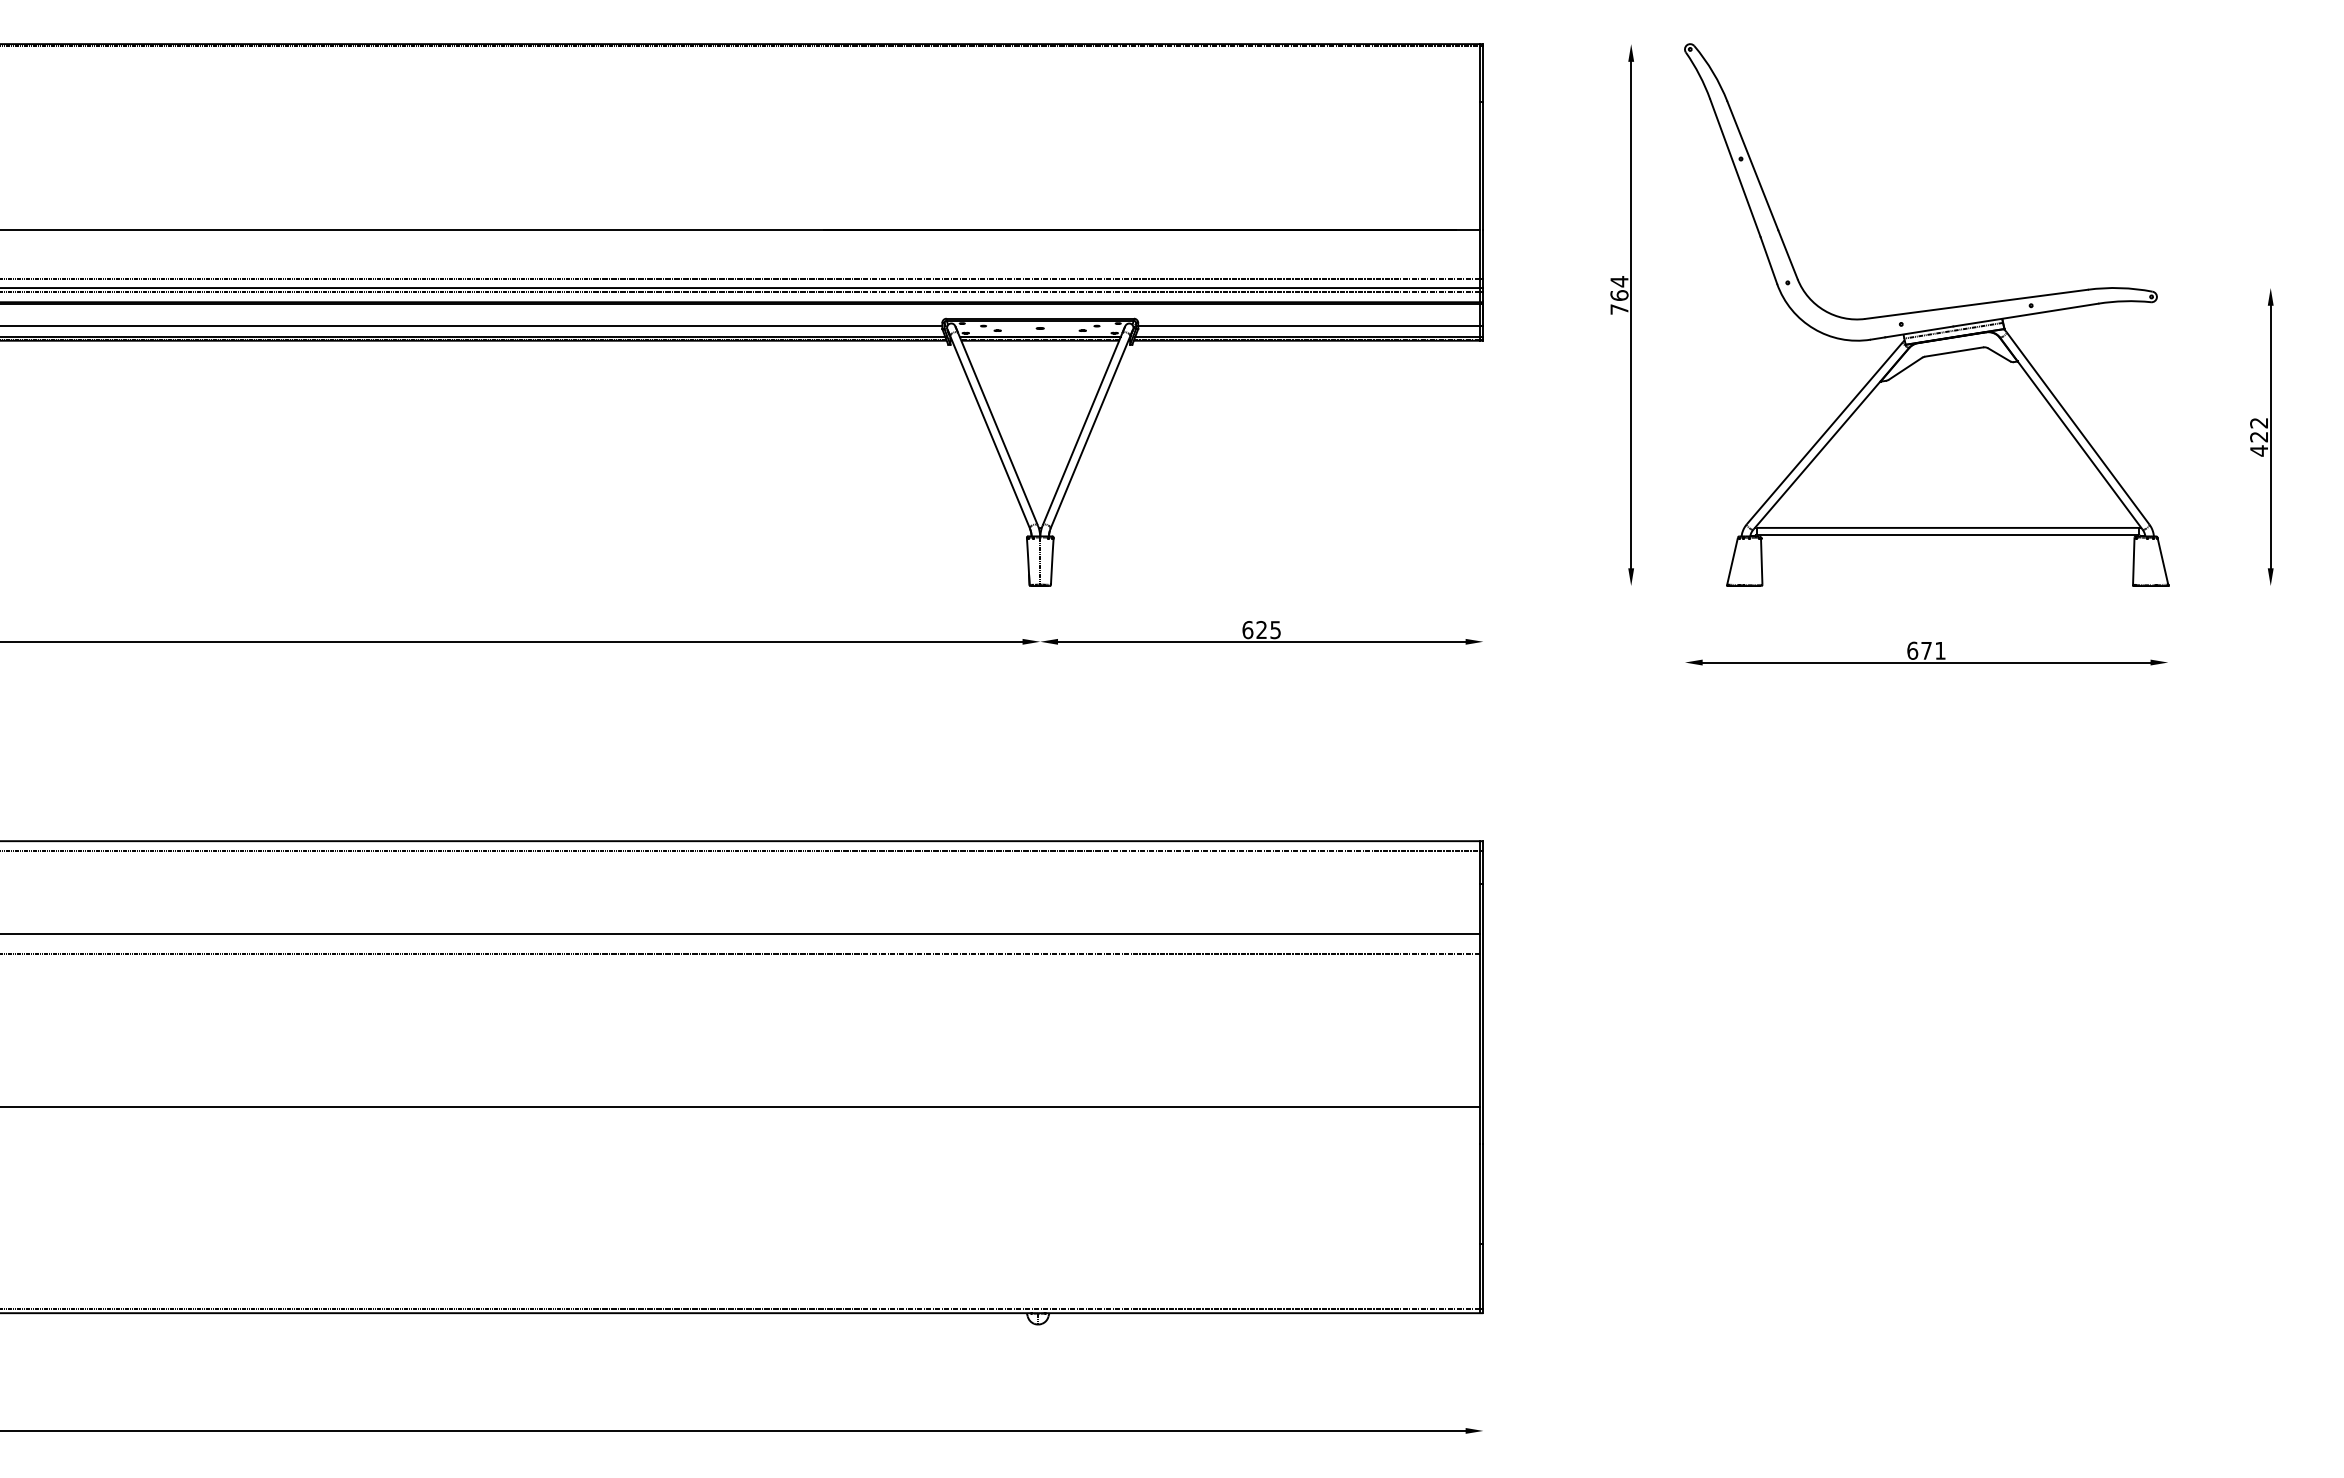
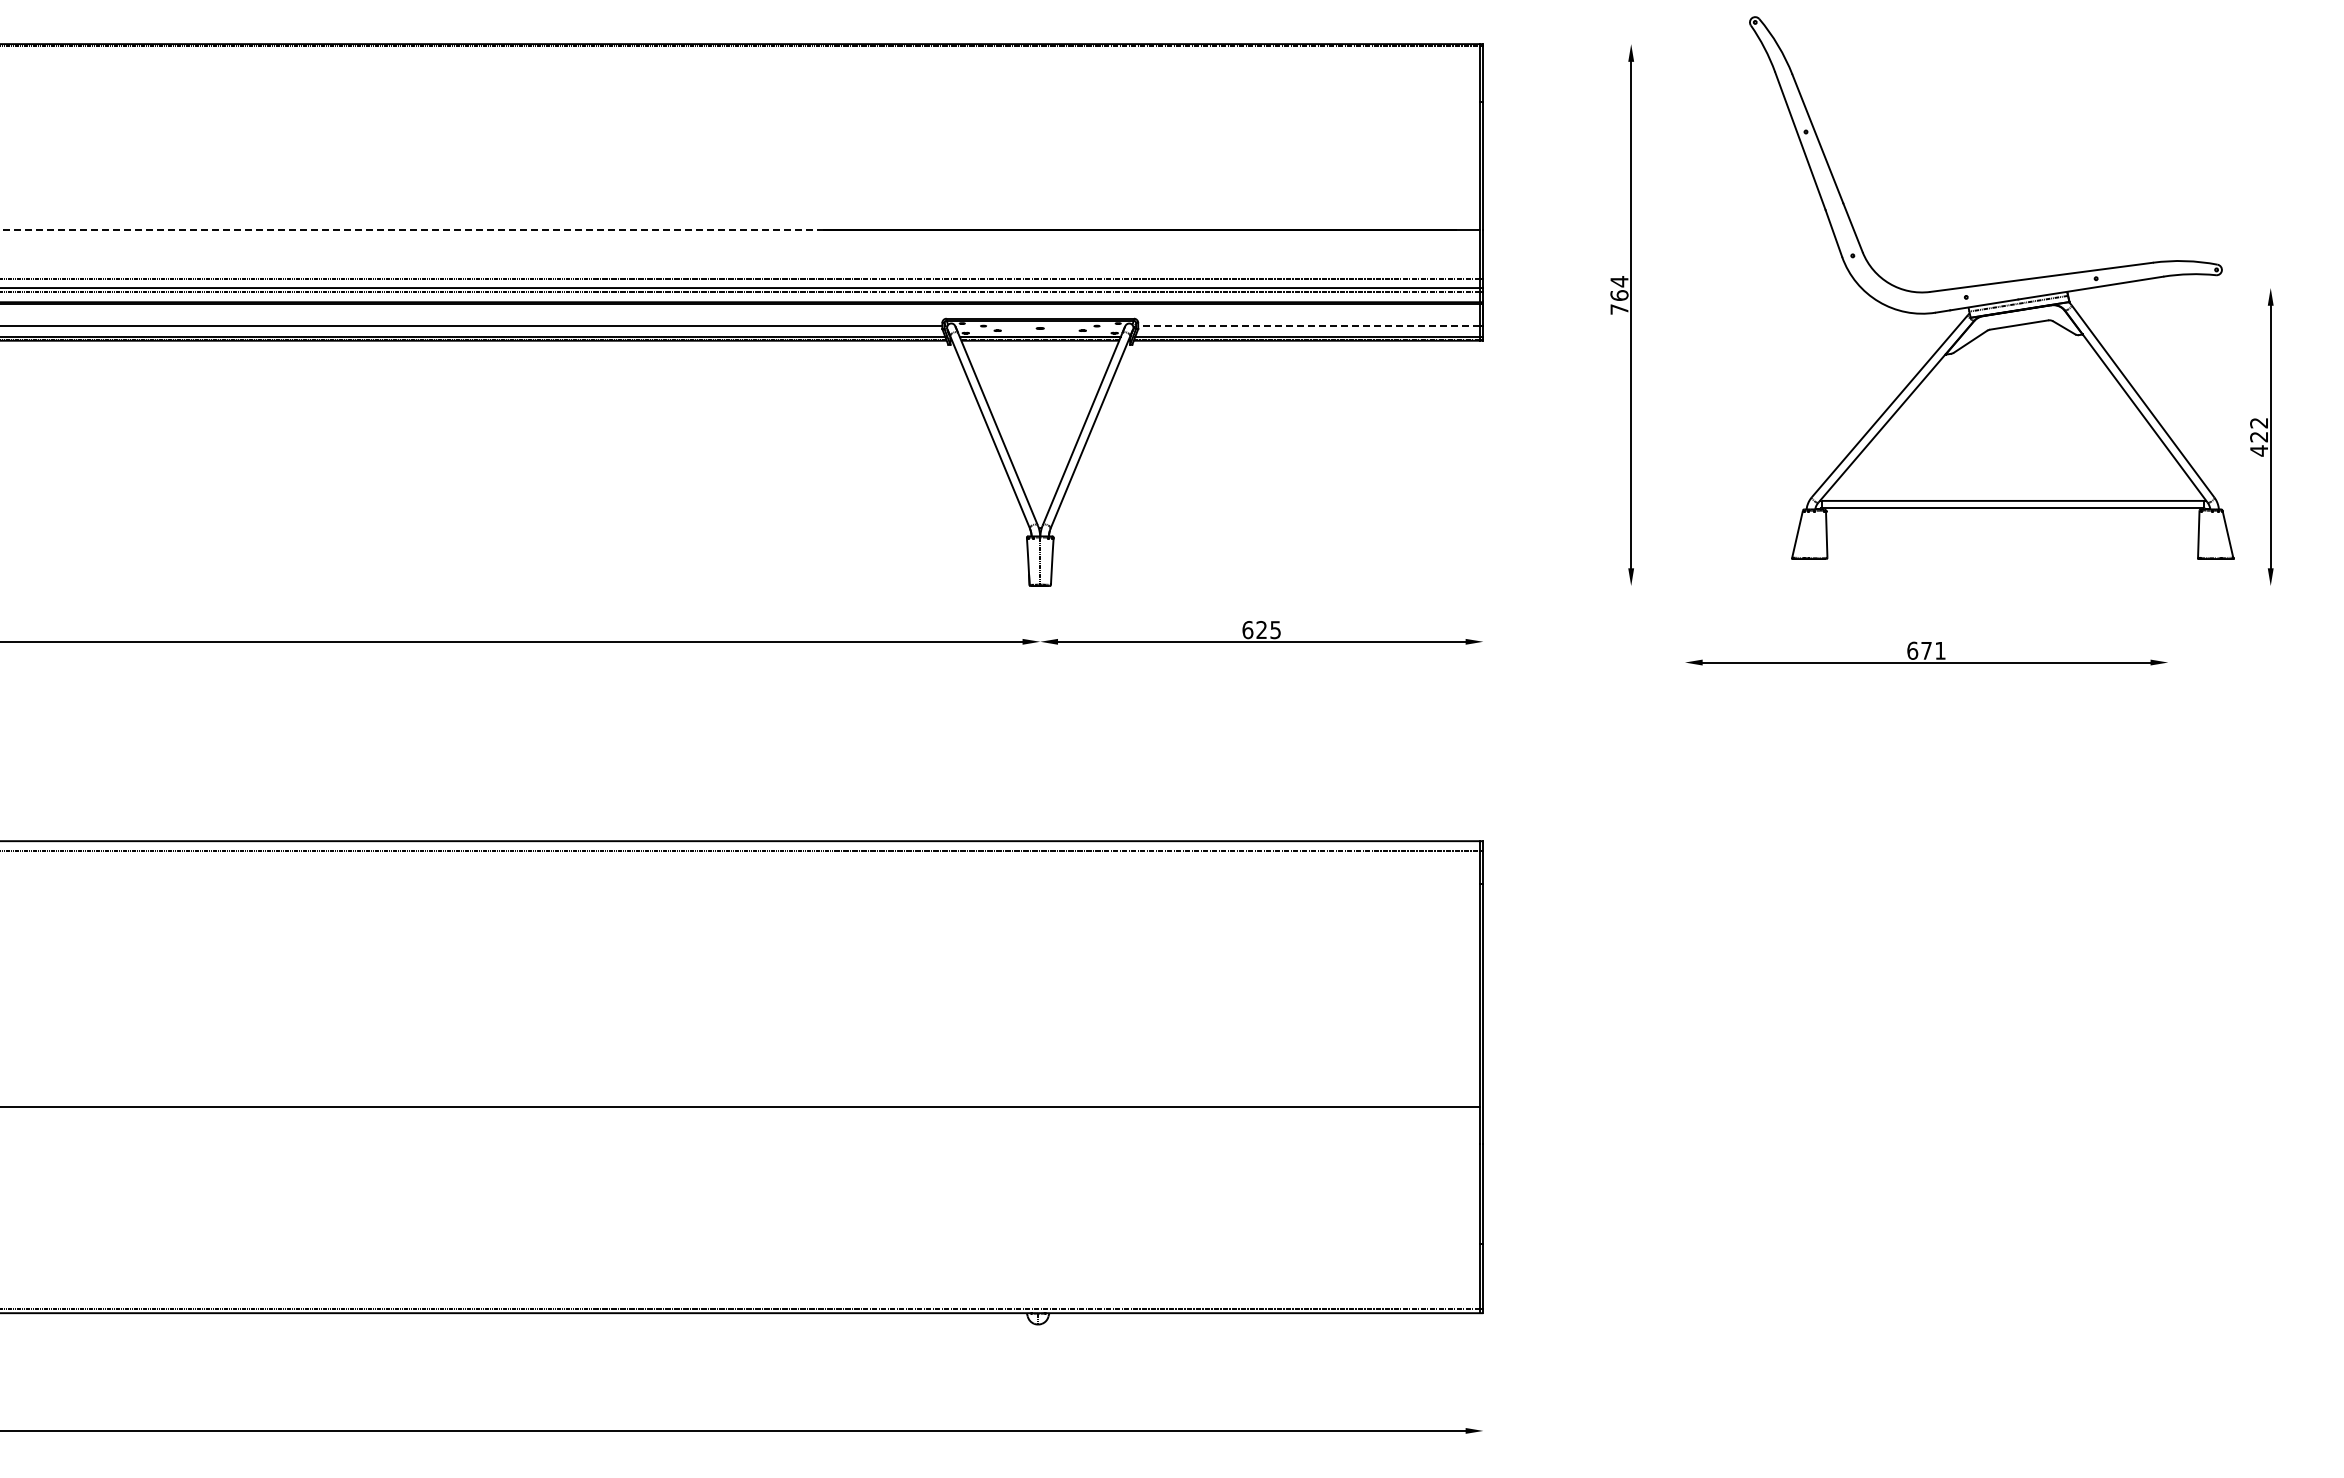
line at (412, 230): solid -> dashed
part at (1926, 314) position: (1926, 314) -> (1991, 287)
line at (1309, 326): solid -> dashed
line at (740, 934): present -> none
line at (740, 953): present -> none
